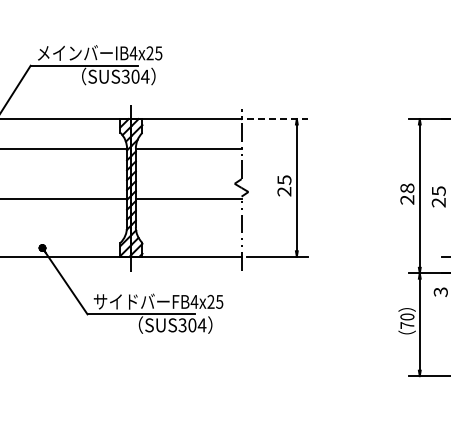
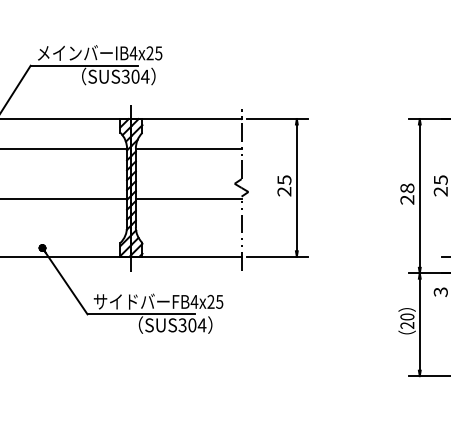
line at (277, 119): dashed -> solid
text at (438, 196) position: (438, 196) -> (440, 185)
text at (407, 325): 70 -> 20
